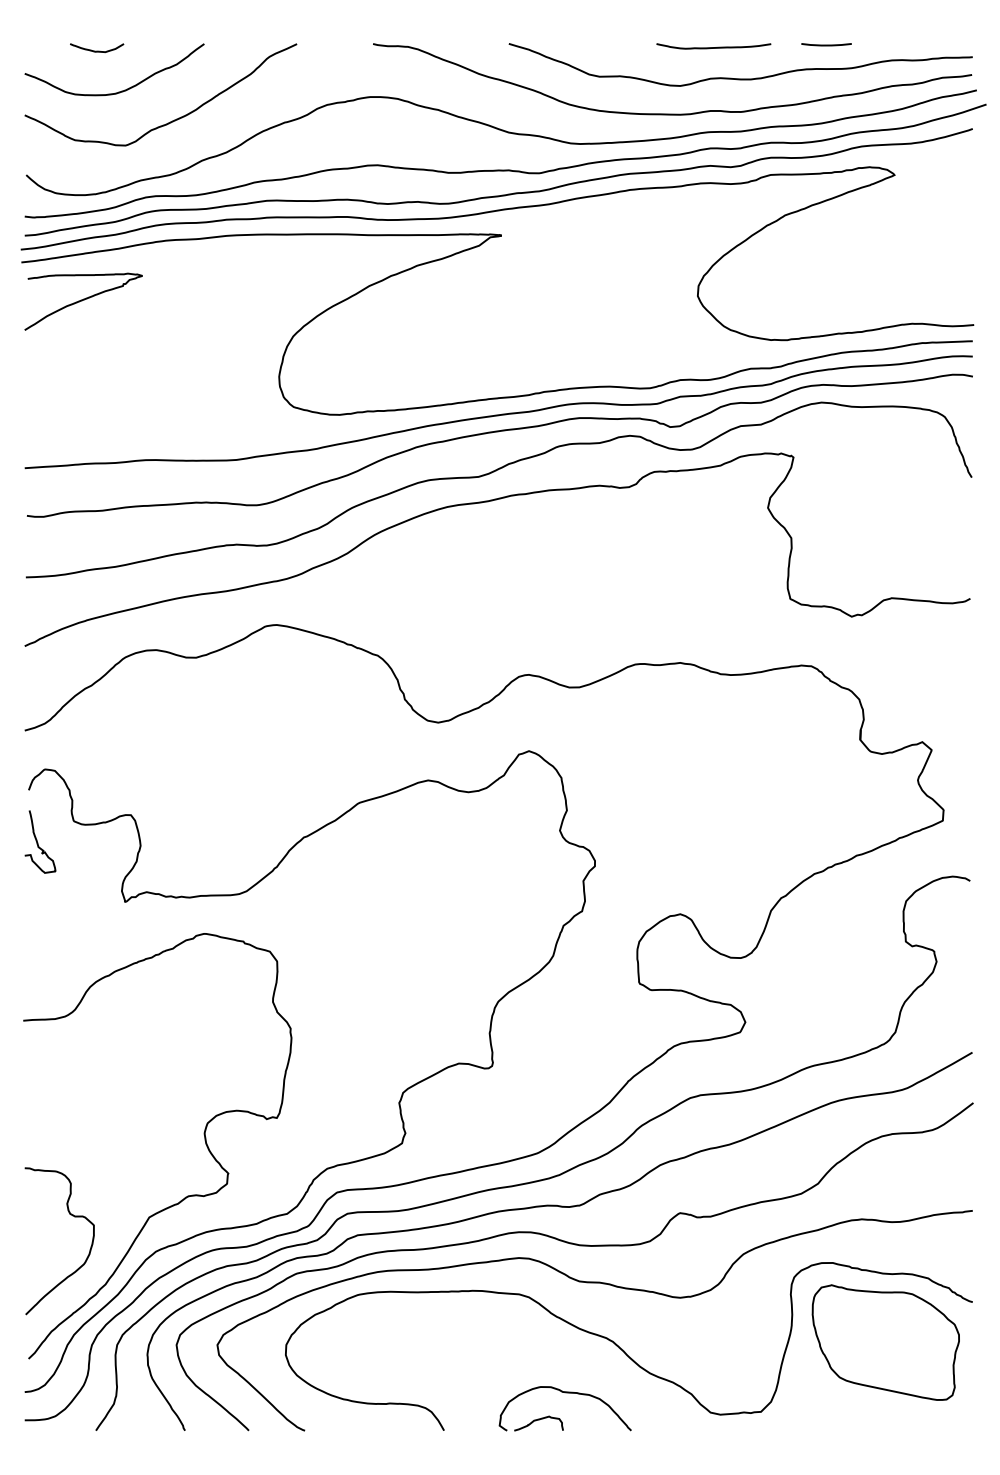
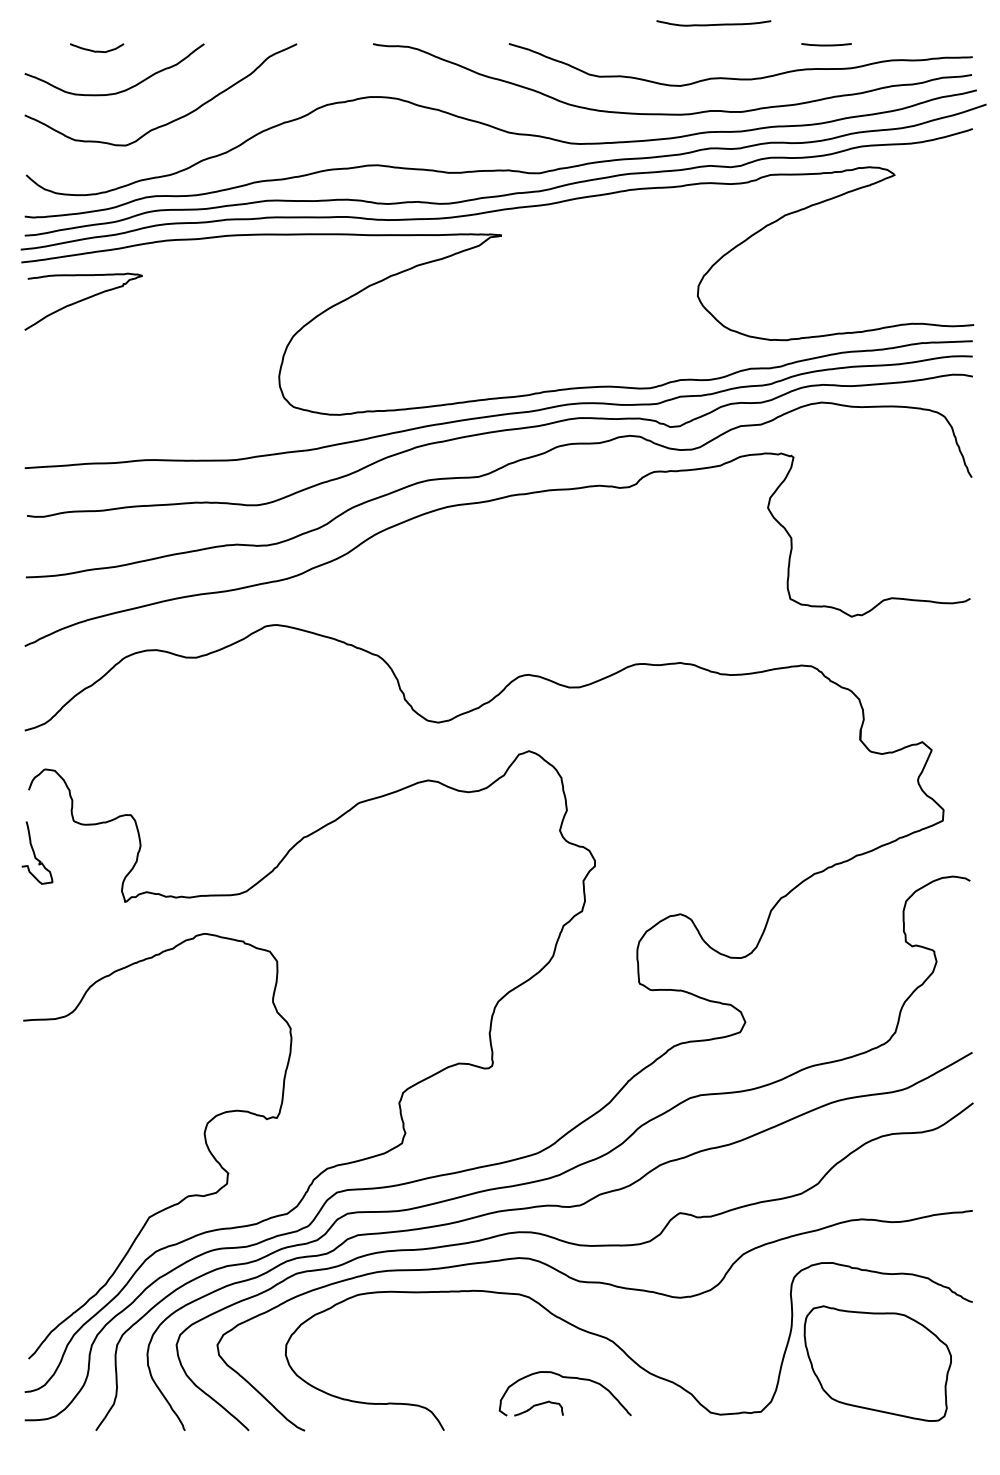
curve at (713, 47) position: (713, 47) -> (713, 24)
curve at (38, 842) position: (38, 842) -> (35, 853)
curve at (72, 1216): present -> none
part at (885, 1342) position: (885, 1342) -> (877, 1363)
part at (560, 1418) position: (560, 1418) -> (560, 1403)
